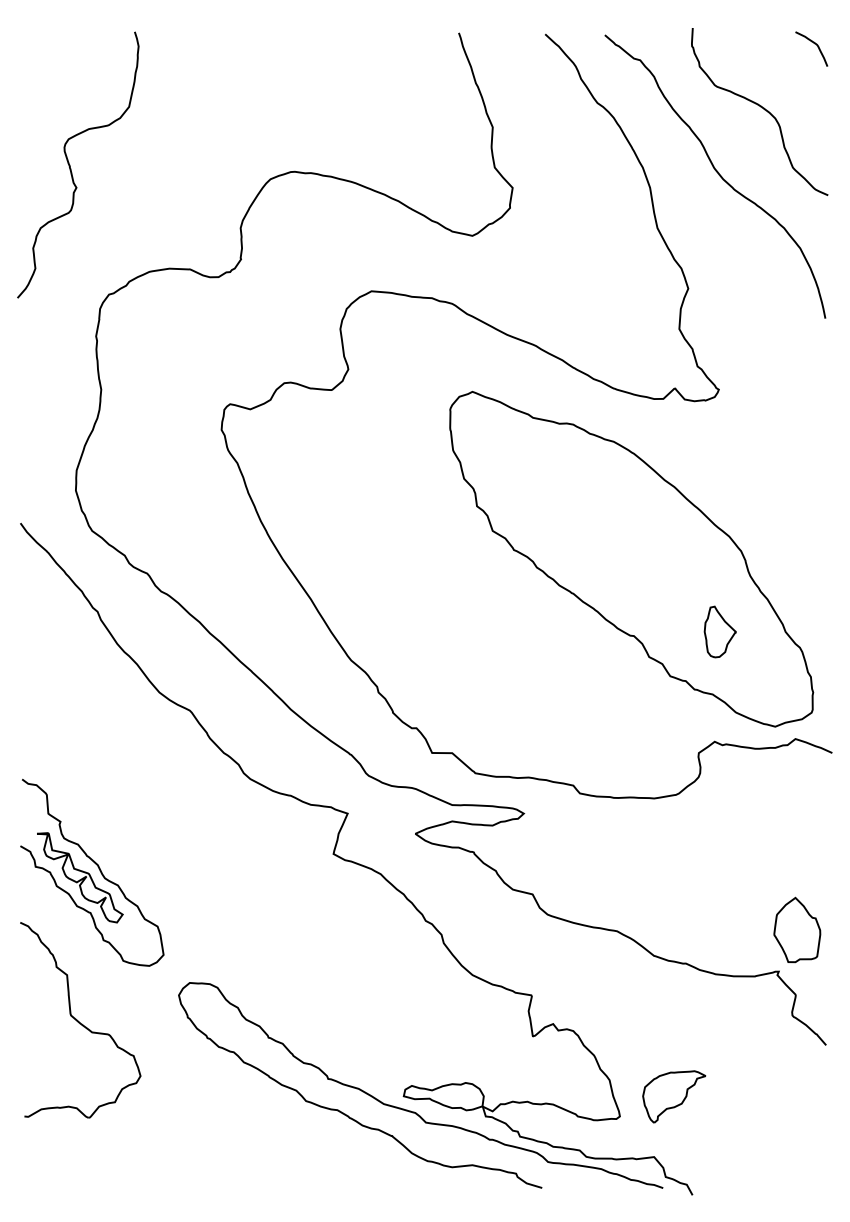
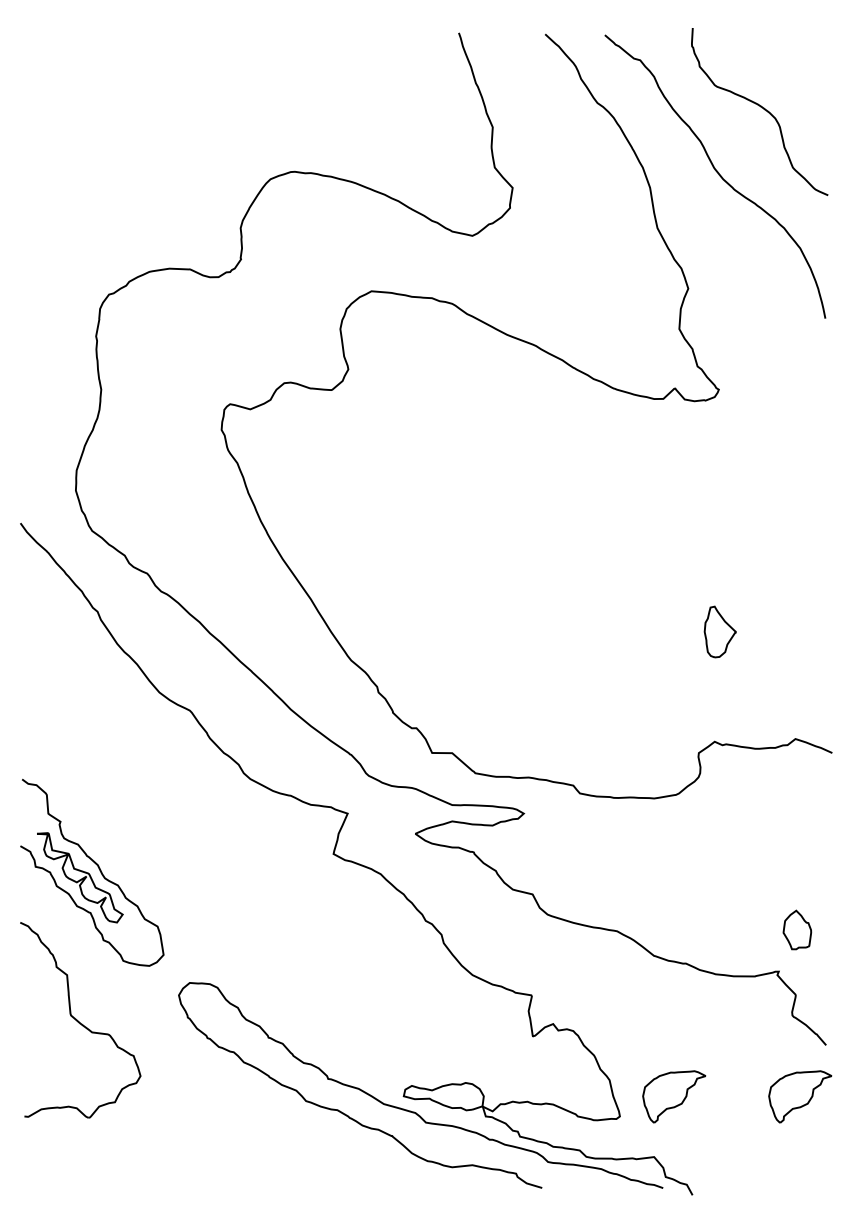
curve at (814, 44): present -> none
curve at (70, 165): present -> none
part at (631, 559): present -> none
part at (797, 929) size: 49x68 px -> 31x42 px
part at (800, 1096): none -> present
